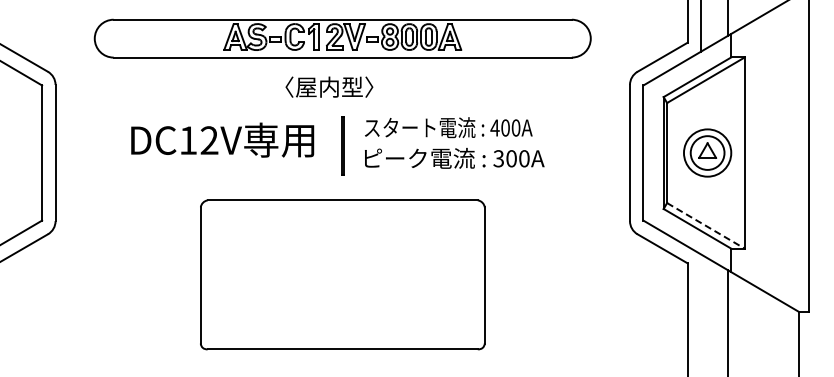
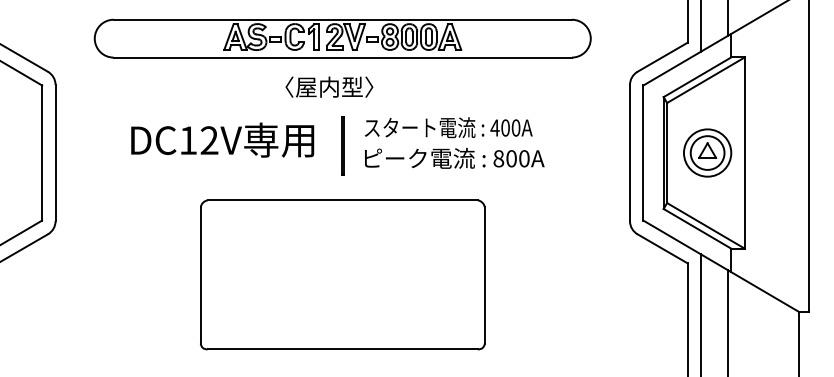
text at (498, 158): 300A -> 800A
line at (706, 226): dashed -> solid
line at (700, 313): none -> present
